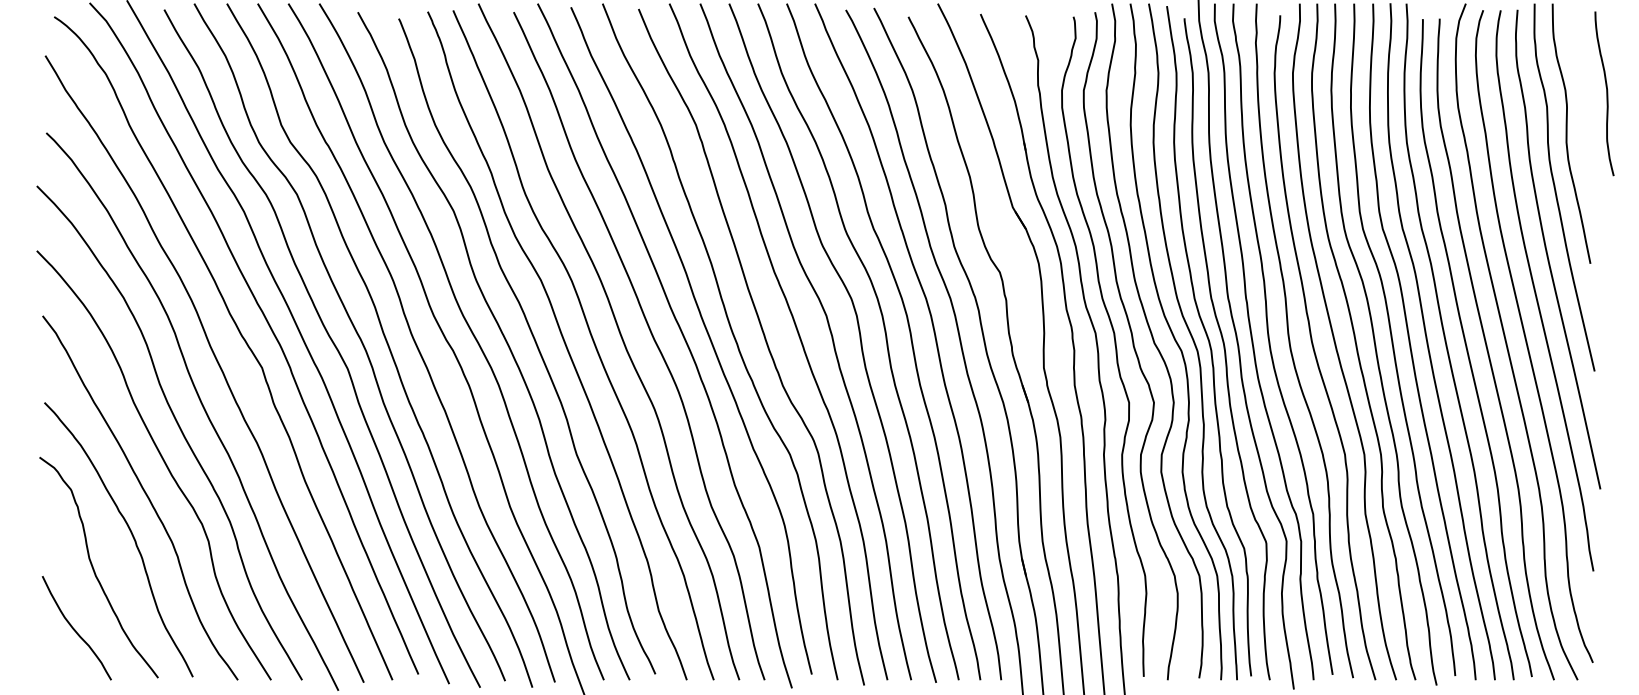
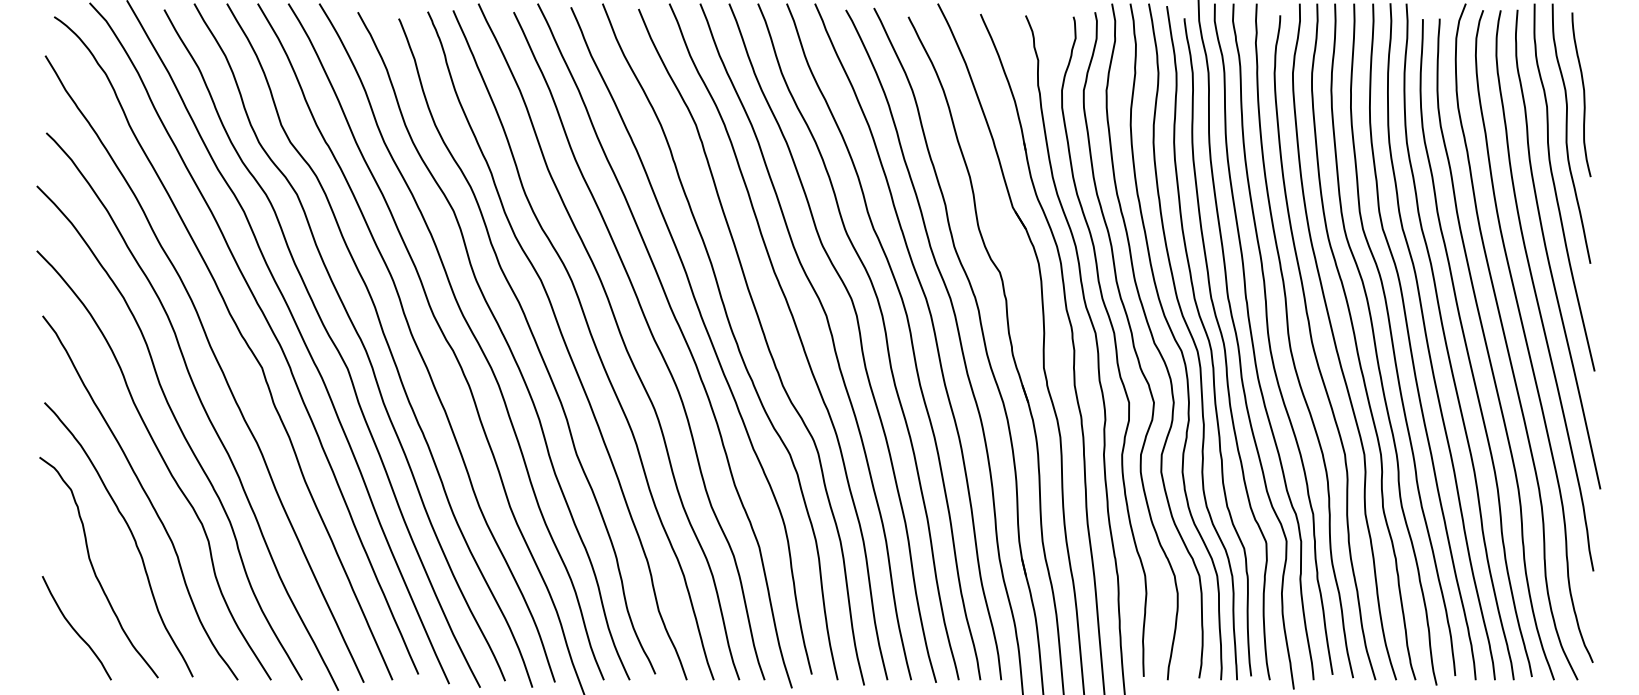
curve at (1606, 93) position: (1606, 93) -> (1583, 94)
